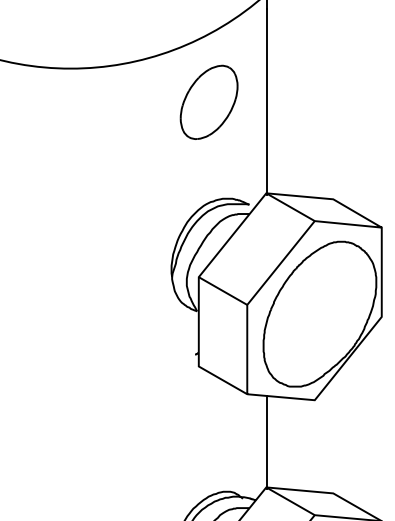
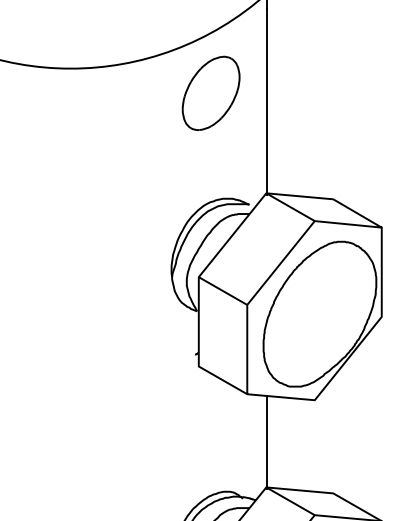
part at (208, 101) position: (208, 101) -> (210, 92)
